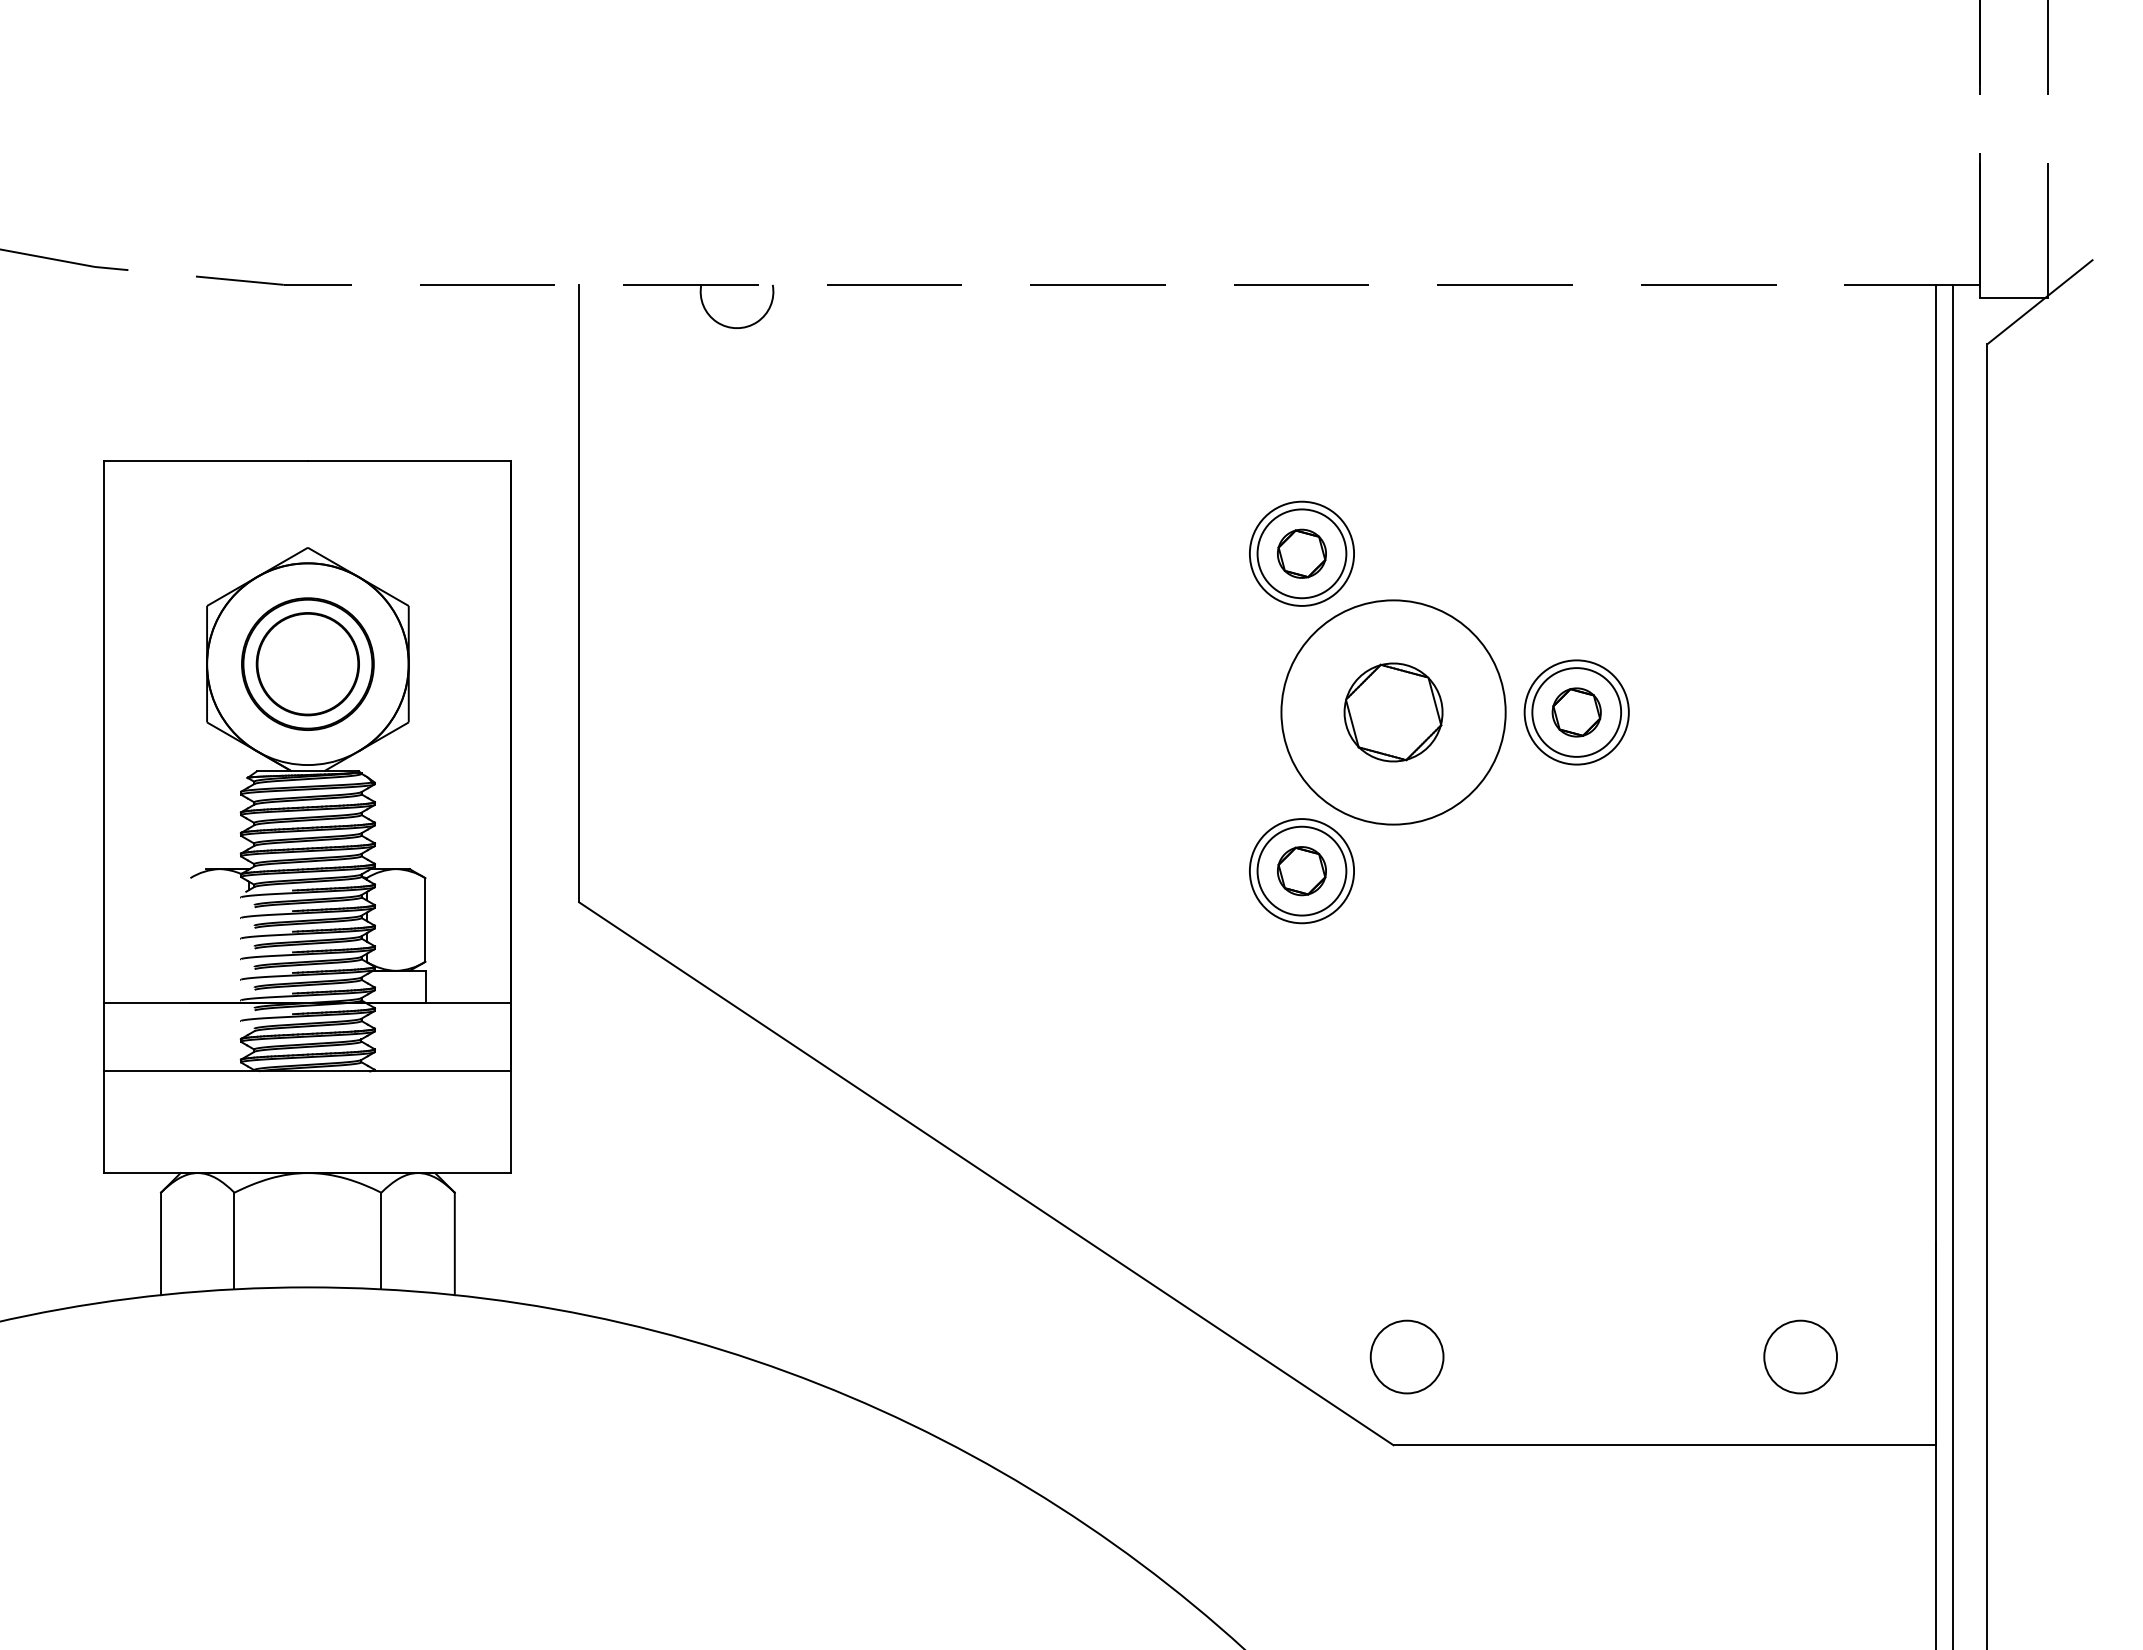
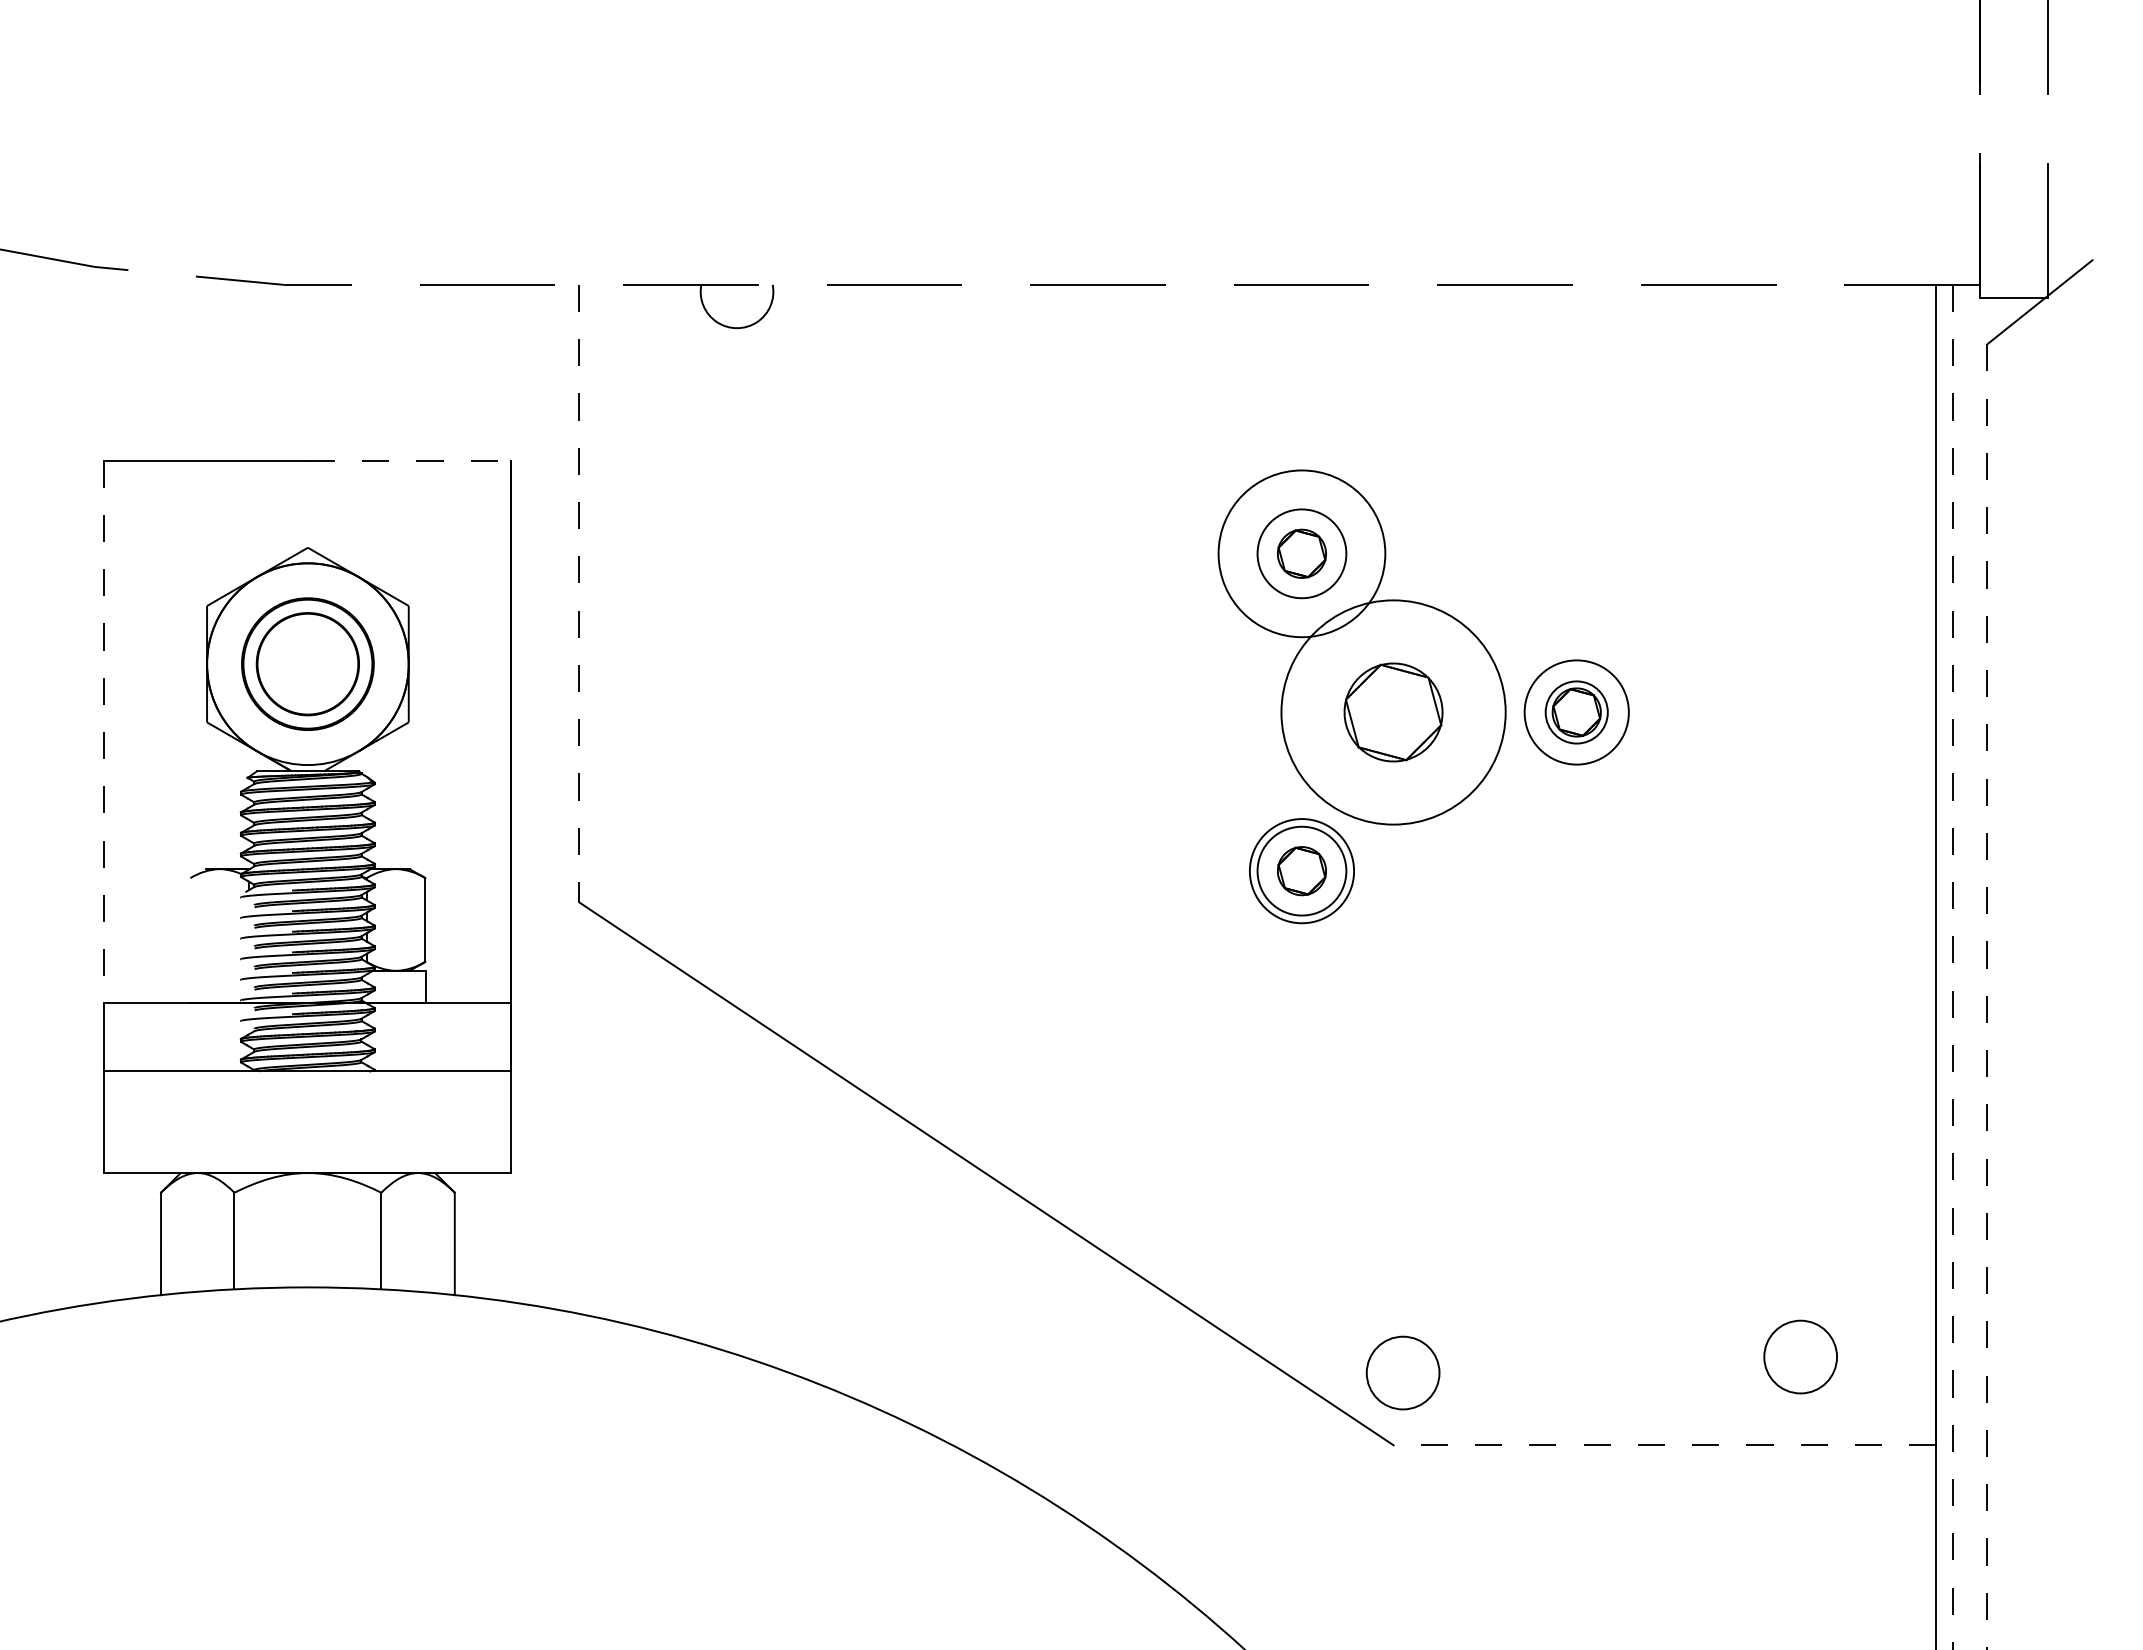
line at (409, 460): solid -> dashed
circle at (1301, 553) diameter: 104 px -> 167 px
line at (579, 593): solid -> dashed
circle at (1576, 712) diameter: 89 px -> 62 px
line at (104, 732): solid -> dashed
line at (1953, 967): solid -> dashed
line at (1987, 997): solid -> dashed
circle at (1406, 1356) position: (1406, 1356) -> (1402, 1372)
line at (1664, 1445): solid -> dashed
